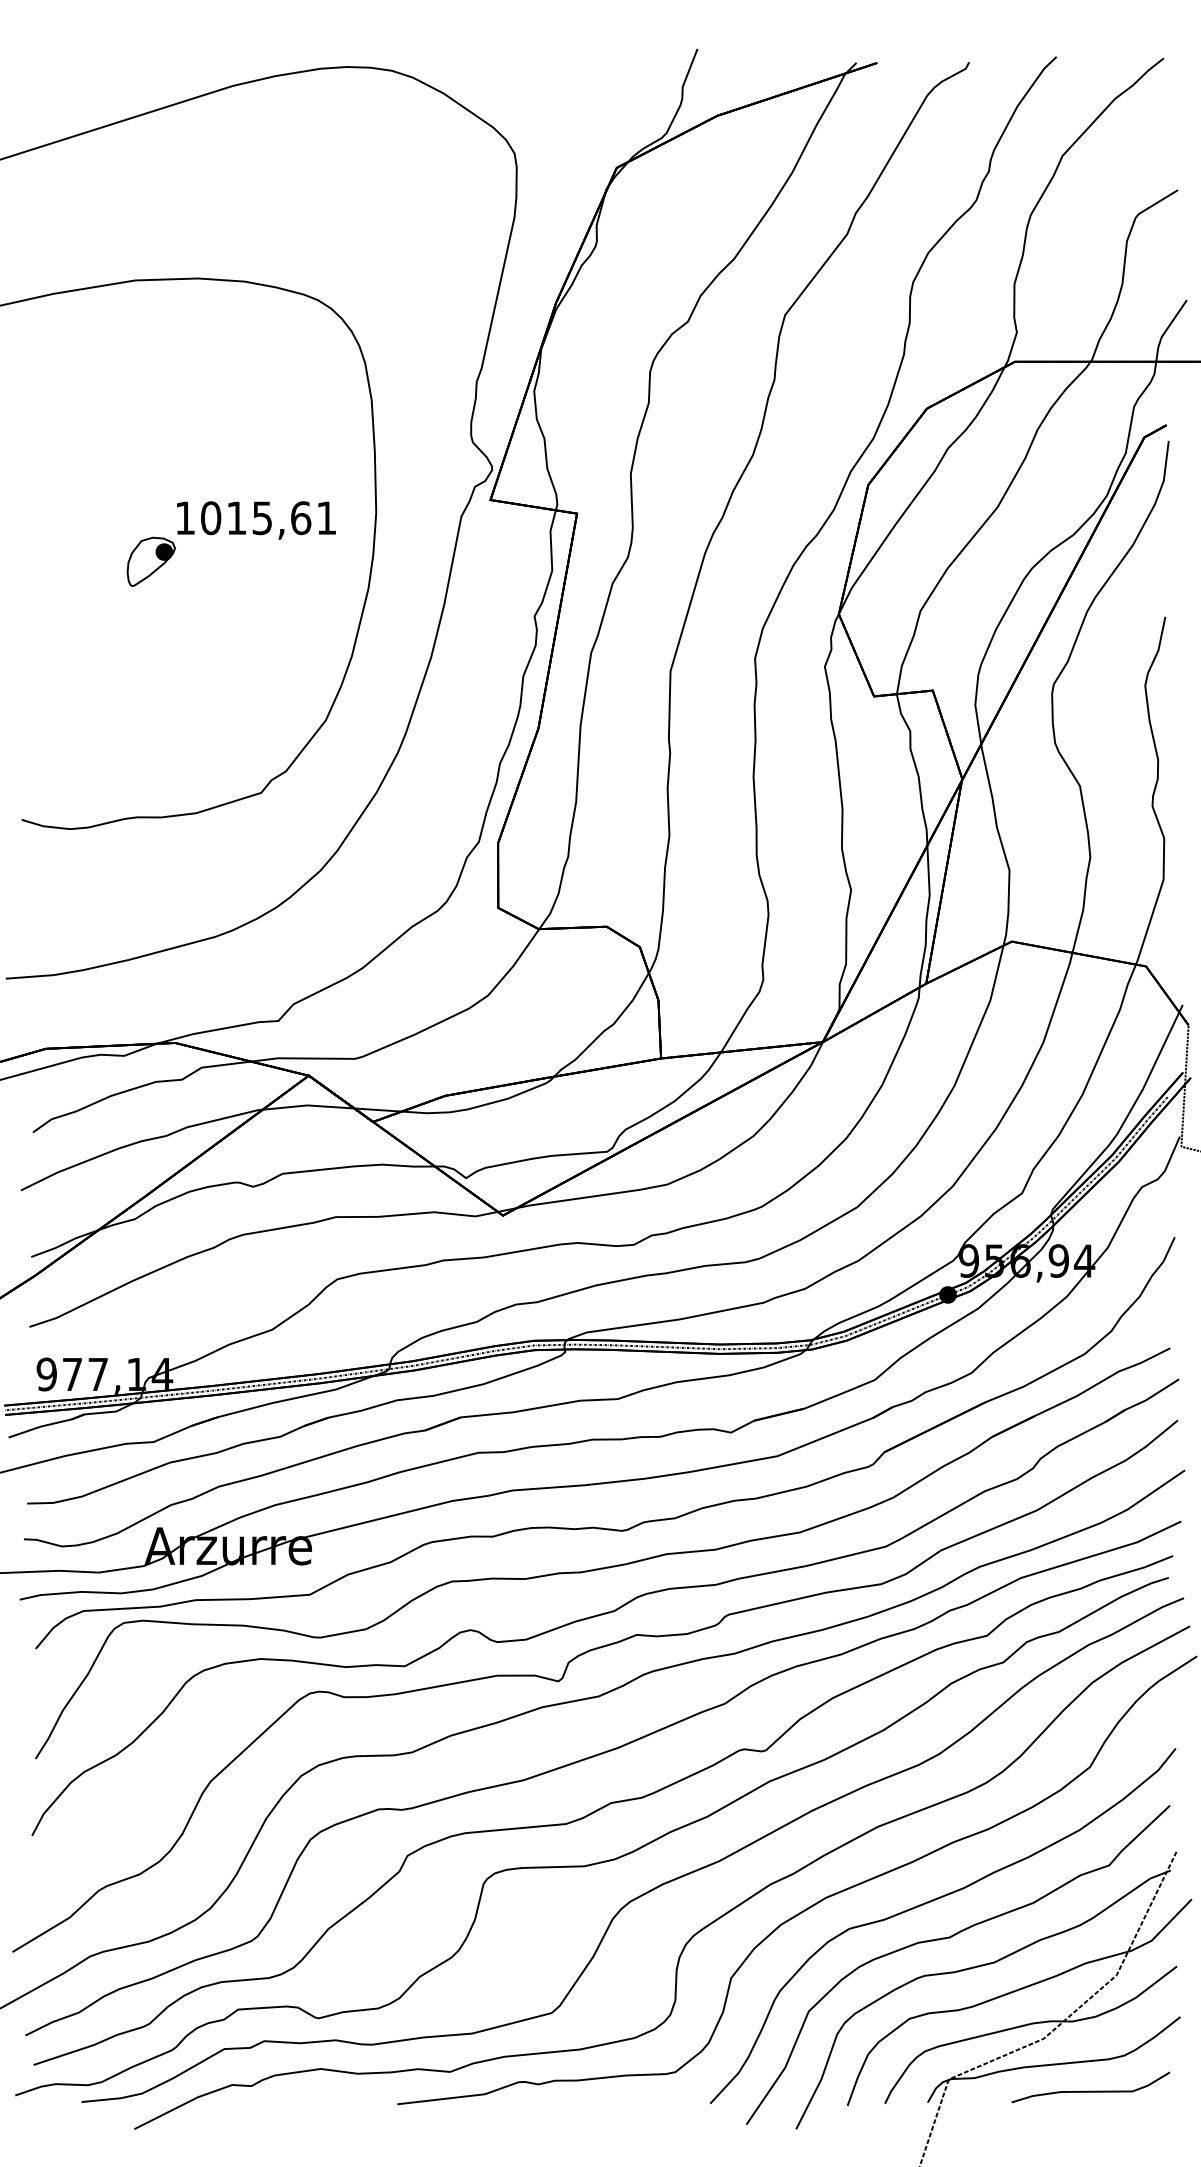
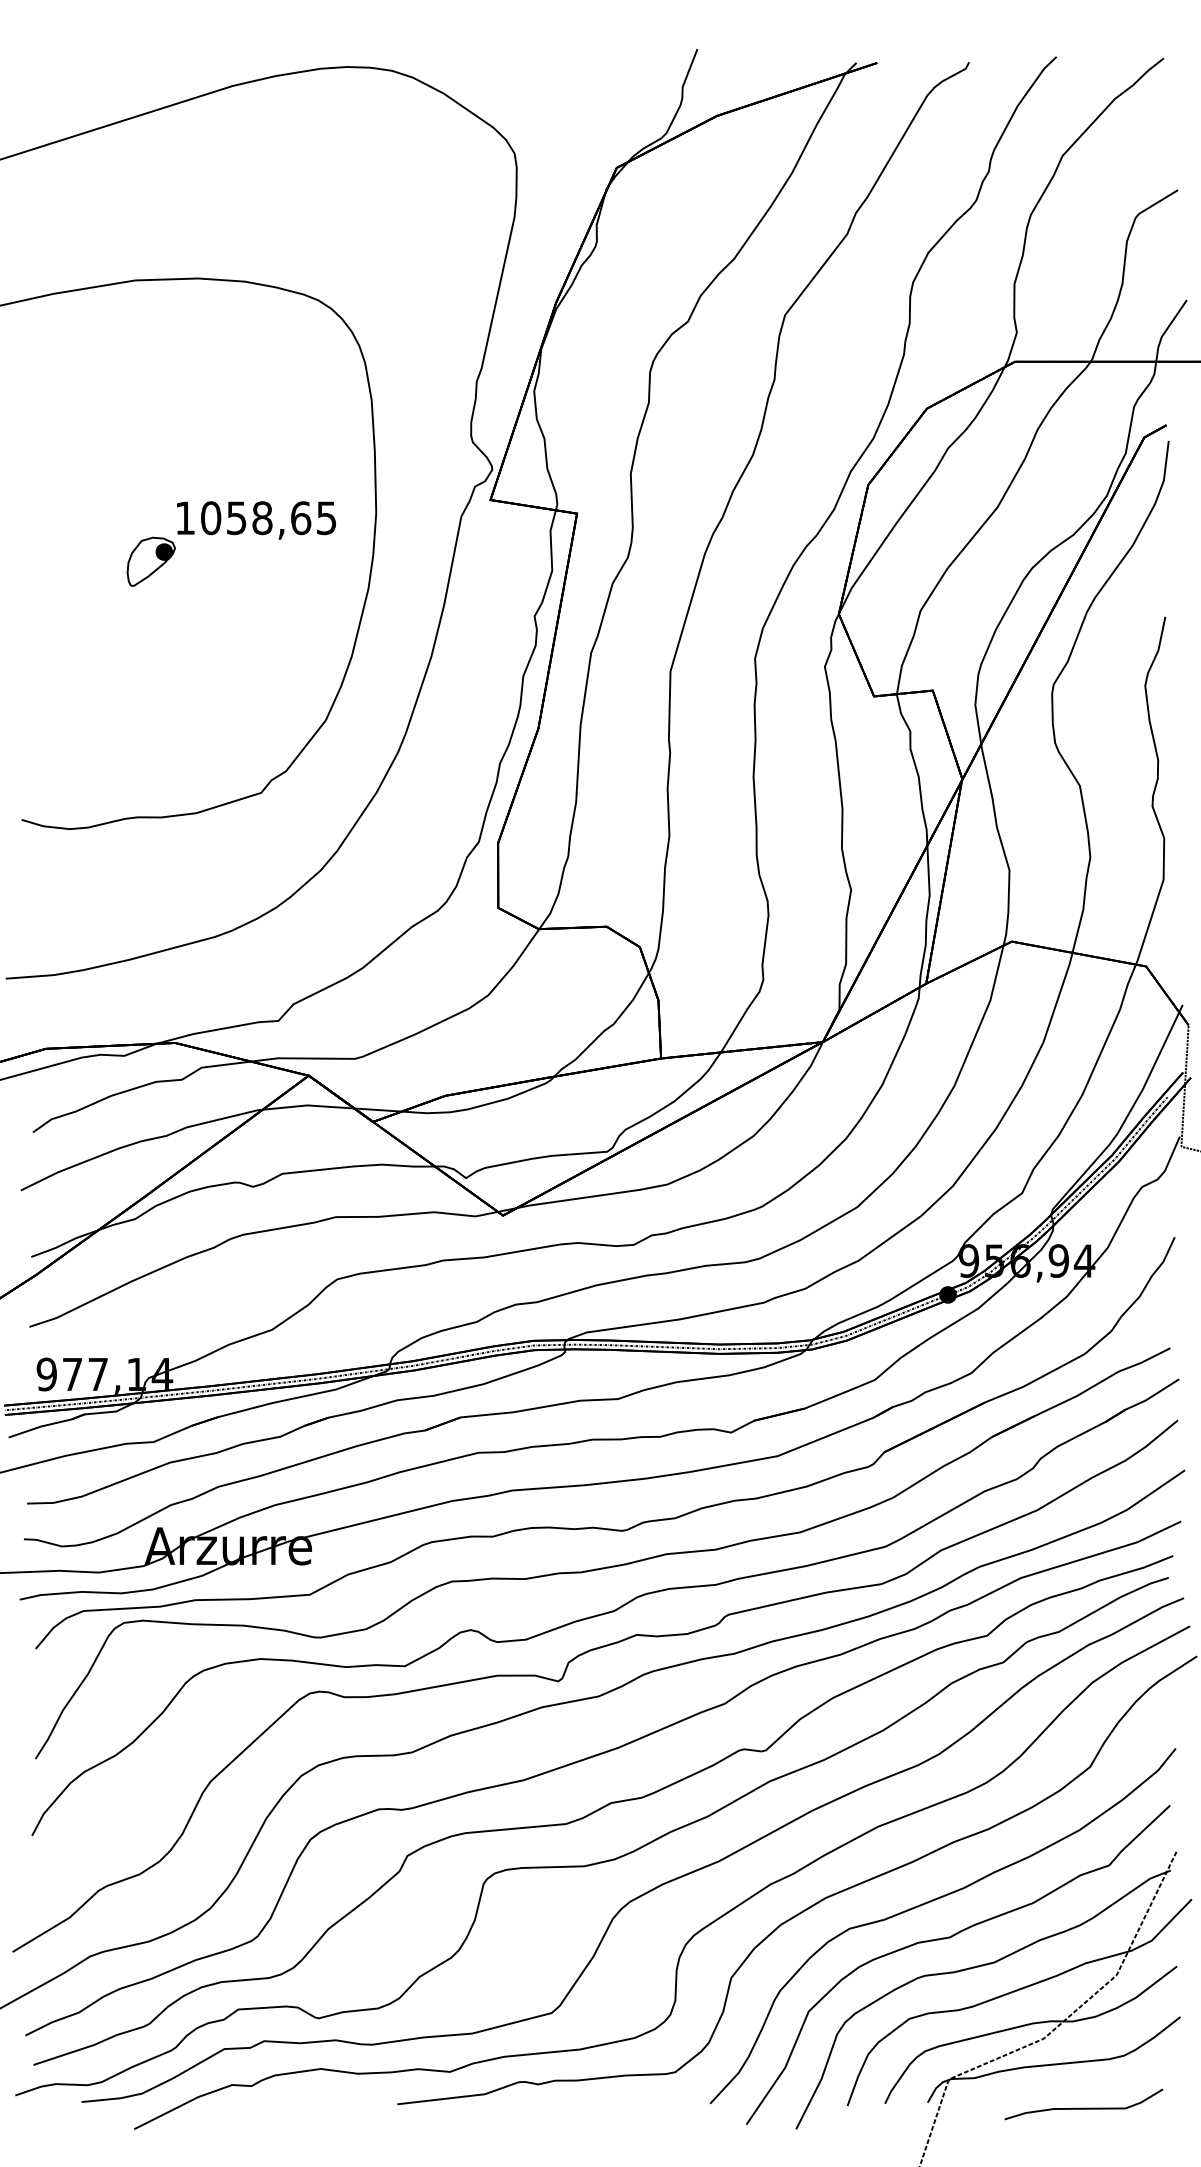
text at (281, 518): 1015,61 -> 1058,65
curve at (1090, 2090) position: (1090, 2090) -> (1083, 2107)
